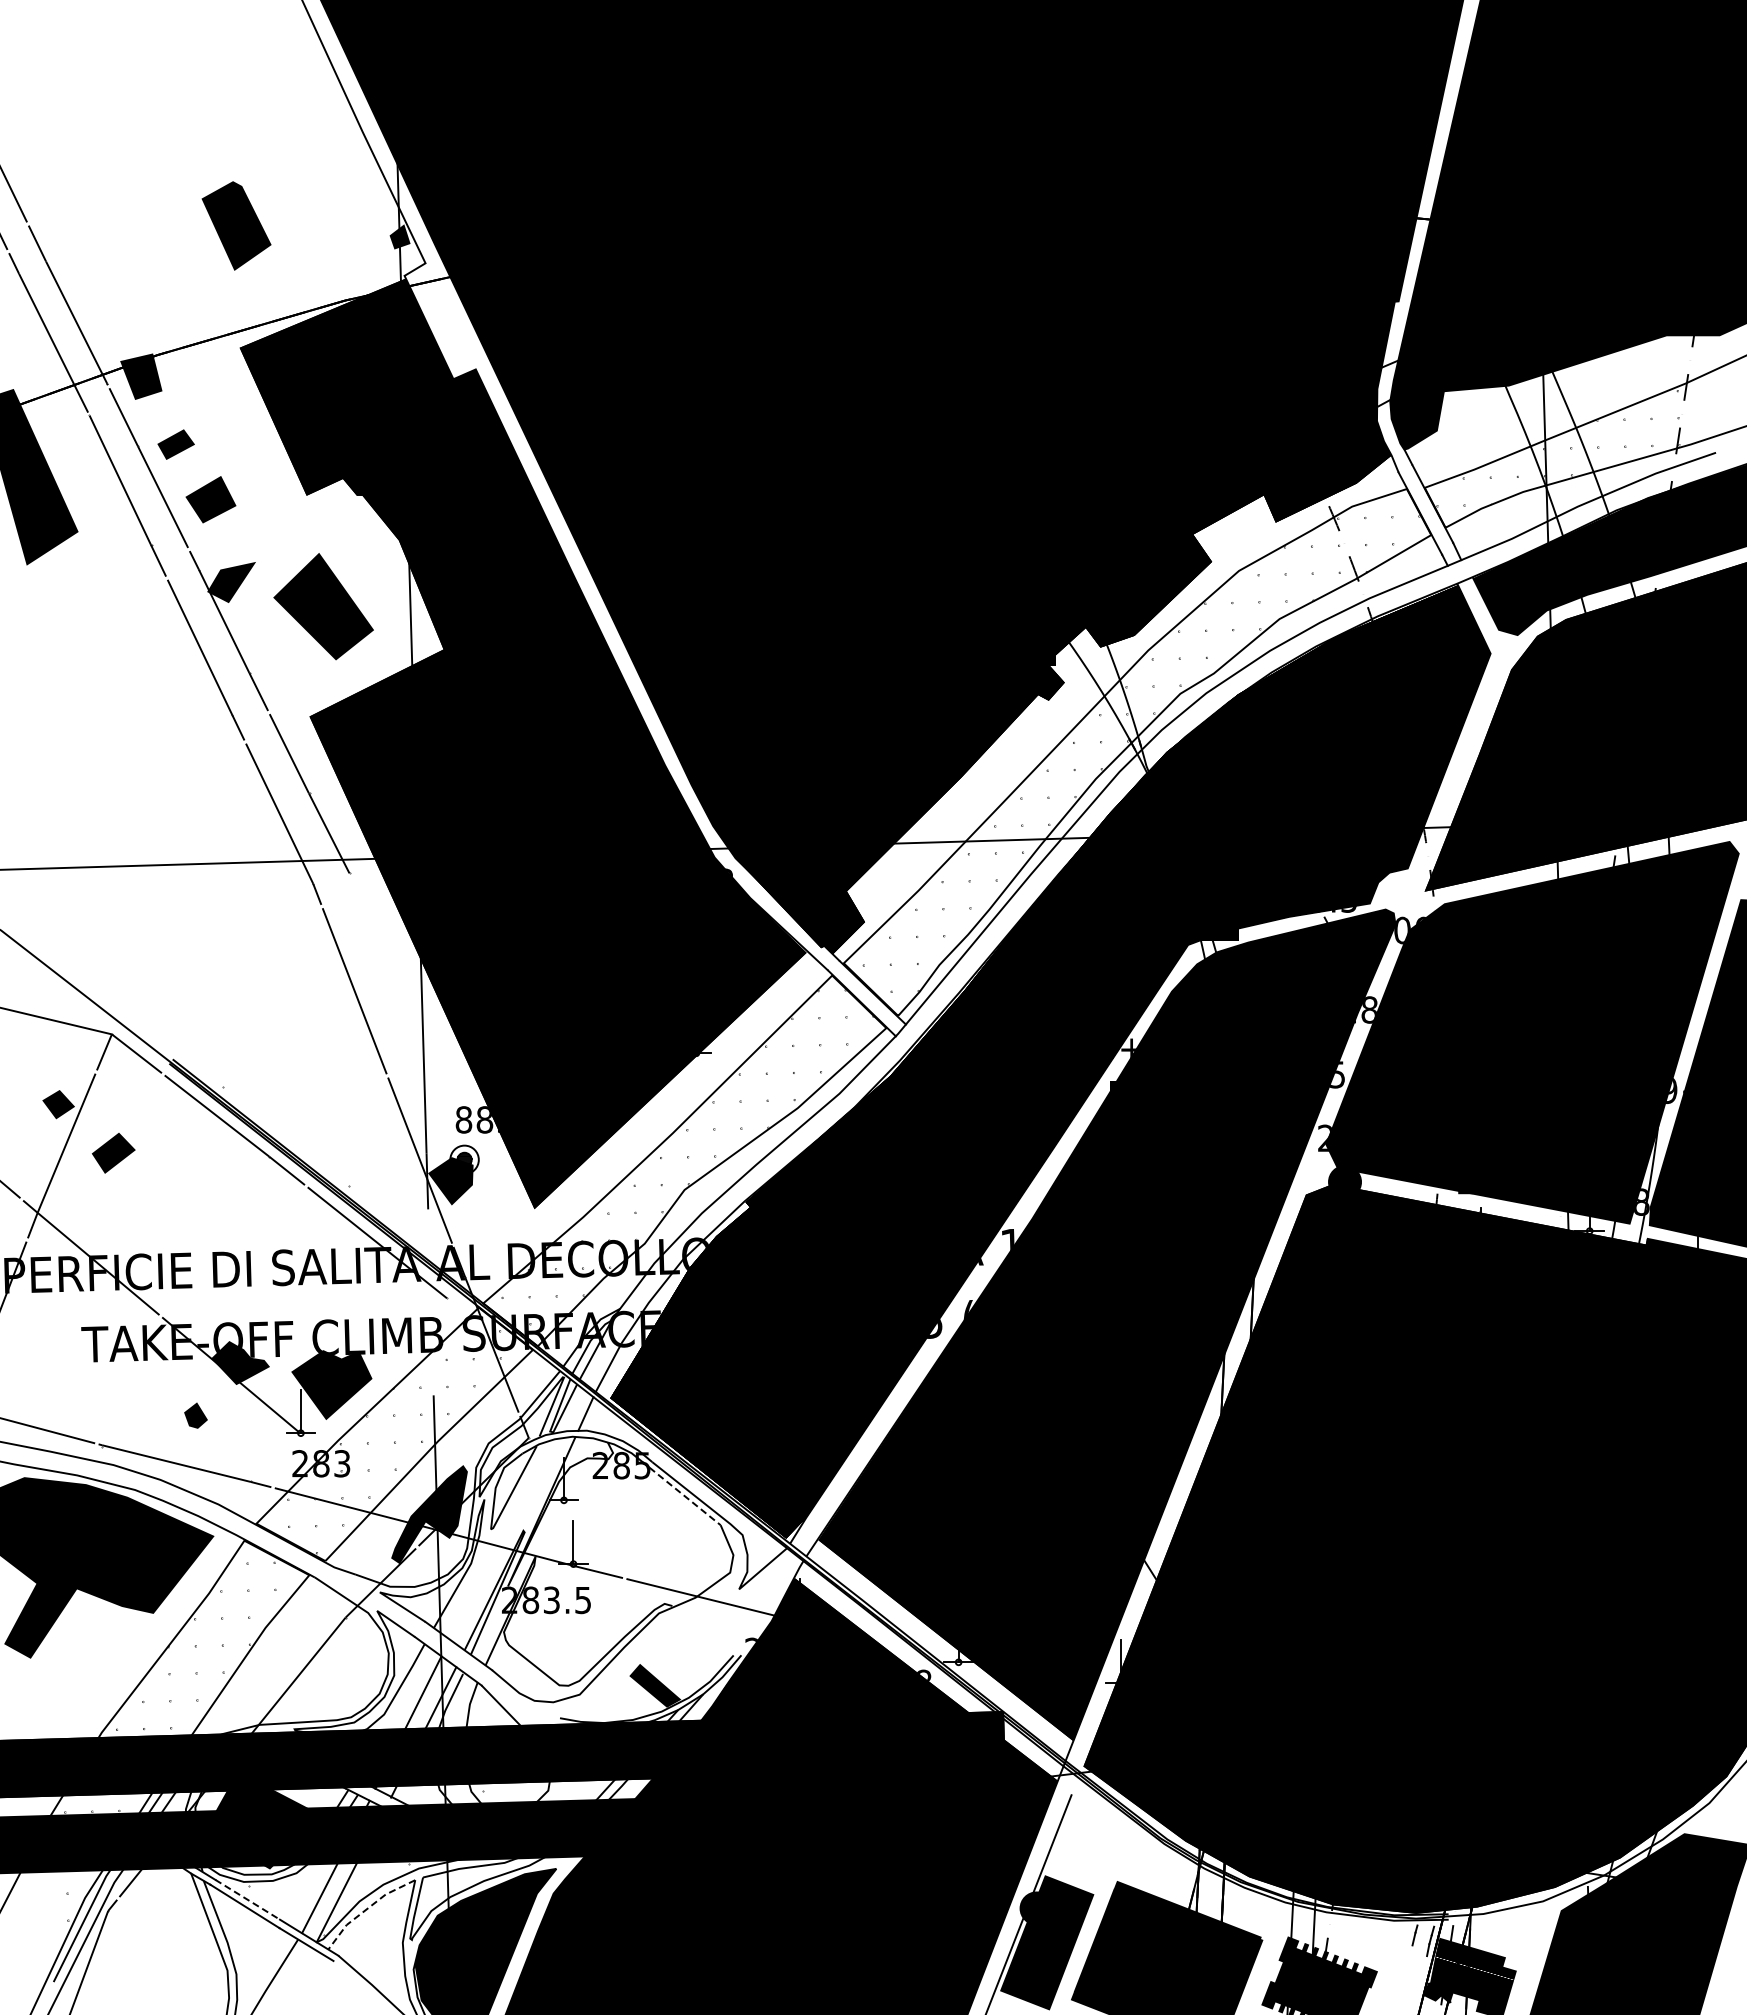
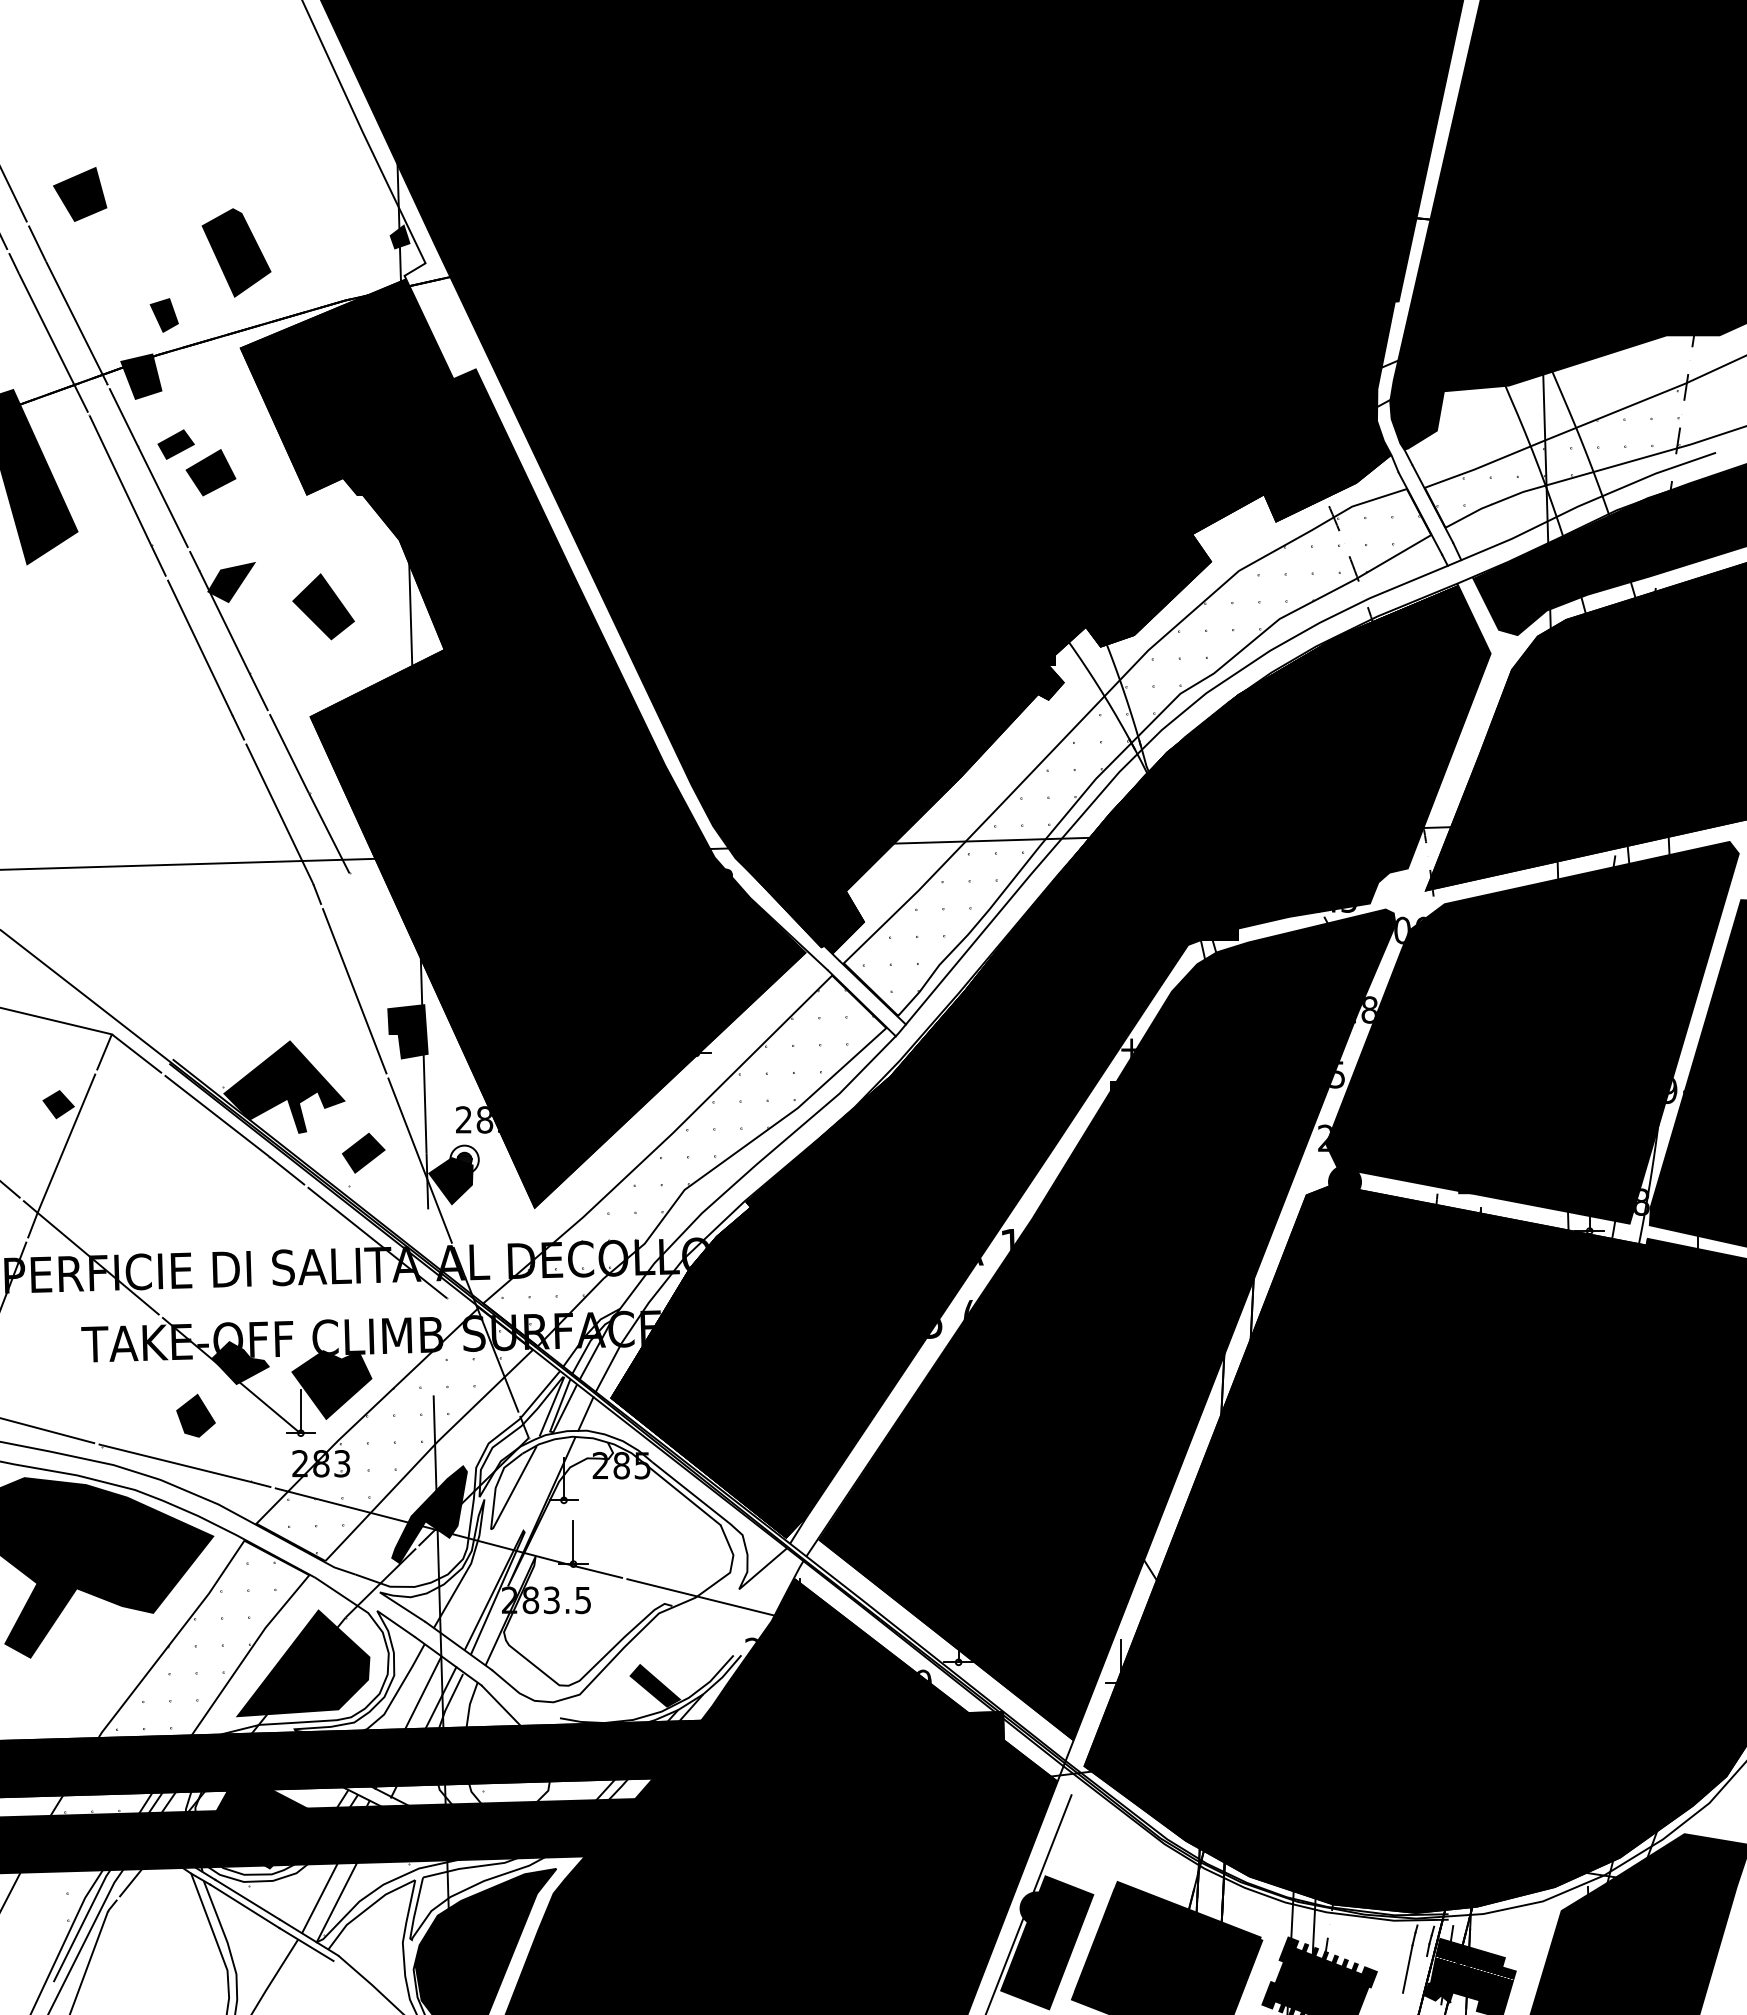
part at (80, 194): none -> present
part at (236, 225) position: (236, 225) -> (236, 252)
part at (163, 315): none -> present
part at (210, 499) position: (210, 499) -> (210, 472)
part at (323, 606) size: 101x108 px -> 63x68 px
fill at (407, 1031): none -> present
fill at (284, 1086): none -> present
text at (463, 1119): 883.5 -> 283.5
part at (113, 1153) position: (113, 1153) -> (363, 1153)
part at (195, 1415) size: 24x27 px -> 40x45 px
line at (685, 1496): dashed -> solid
fill at (302, 1663): none -> present
text at (927, 1675): 418 -> 289
line at (247, 1899): dashed -> solid
line at (367, 1909): dashed -> solid
line at (1407, 1968): none -> present
